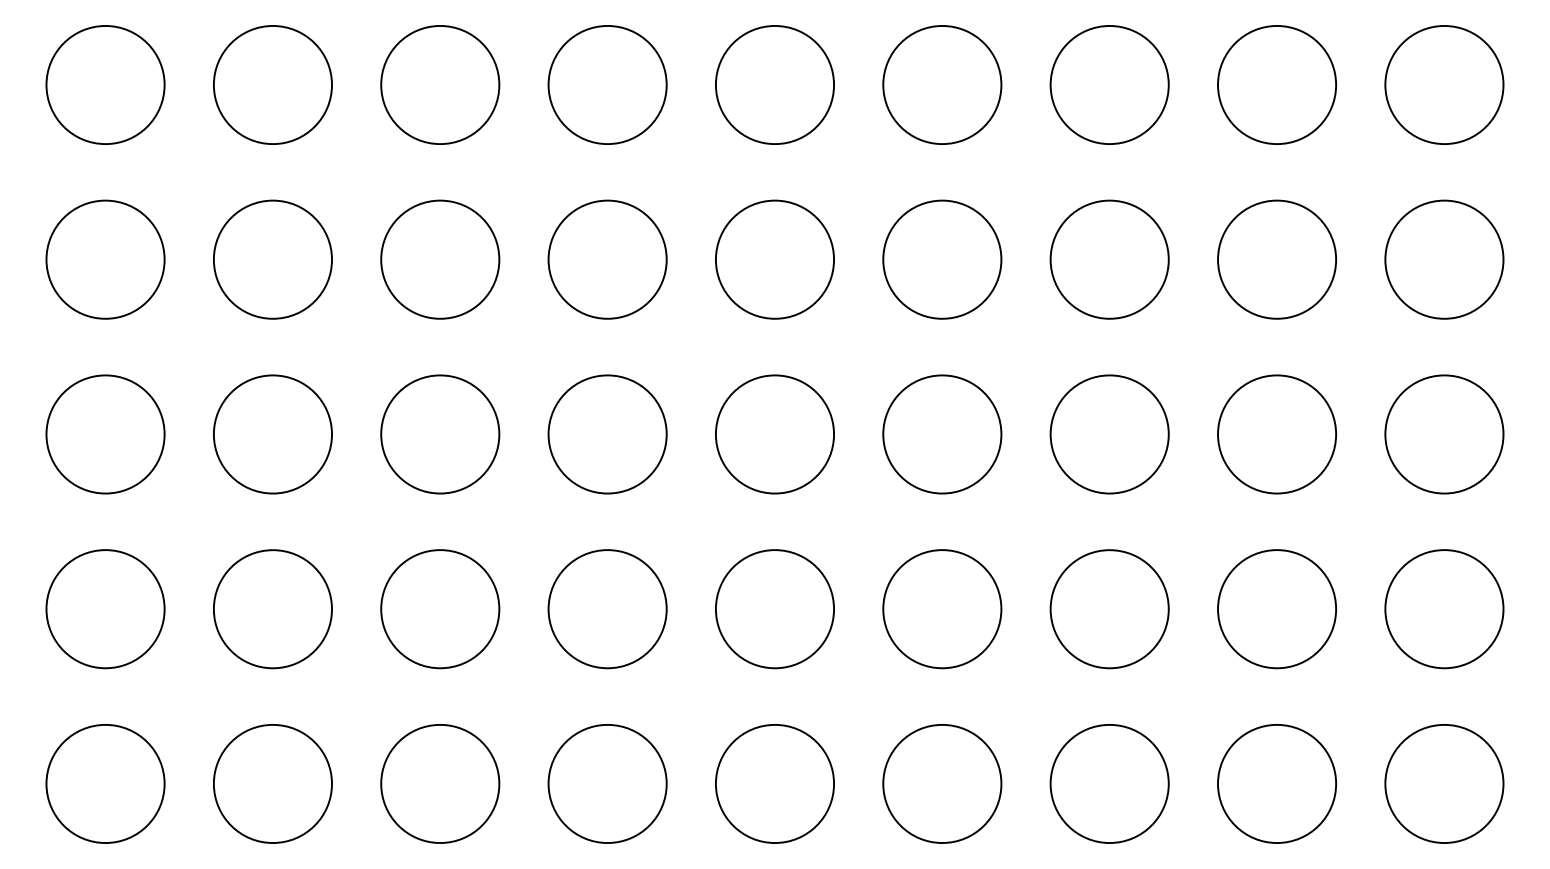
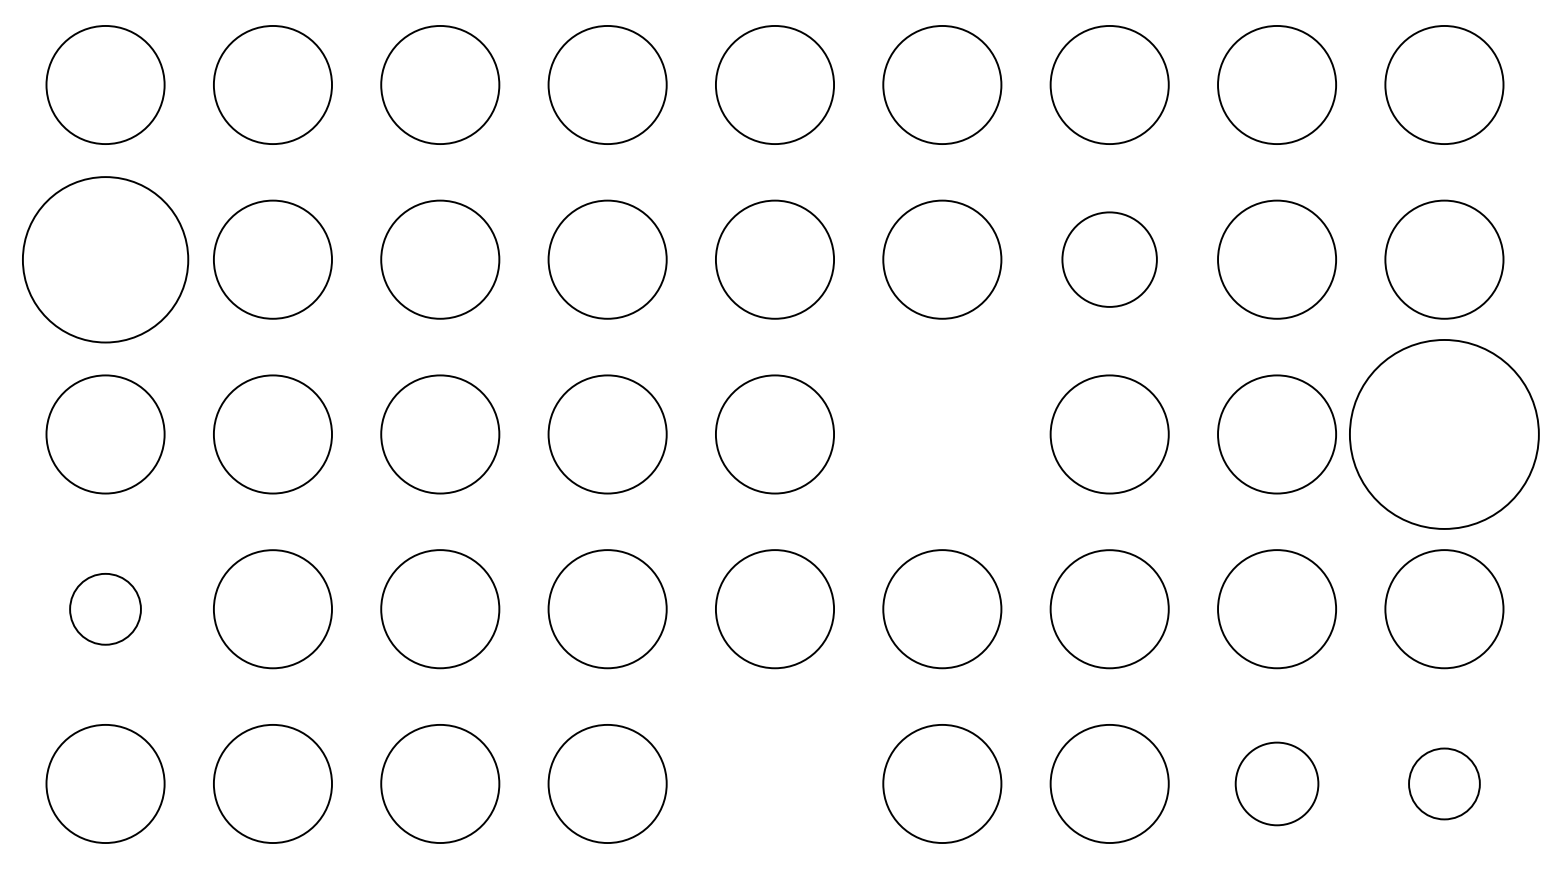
part at (105, 259) size: 121x121 px -> 168x168 px
part at (1109, 259) size: 121x121 px -> 97x97 px
part at (942, 434): present -> none
part at (1444, 434) size: 121x121 px -> 191x191 px
part at (105, 609) size: 121x121 px -> 73x73 px
part at (774, 783): present -> none
part at (1276, 783) size: 120x120 px -> 86x86 px
part at (1444, 783) size: 121x120 px -> 73x74 px
